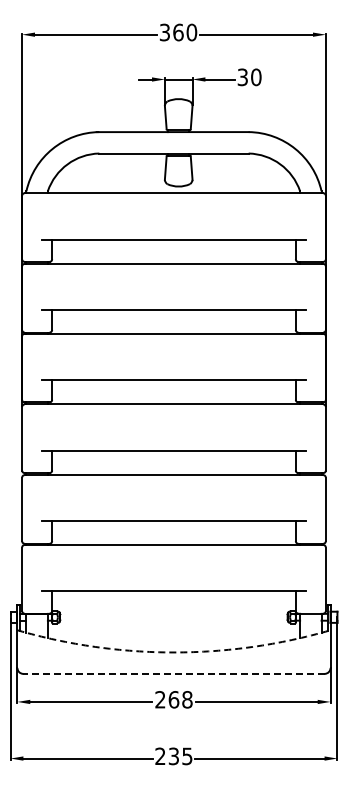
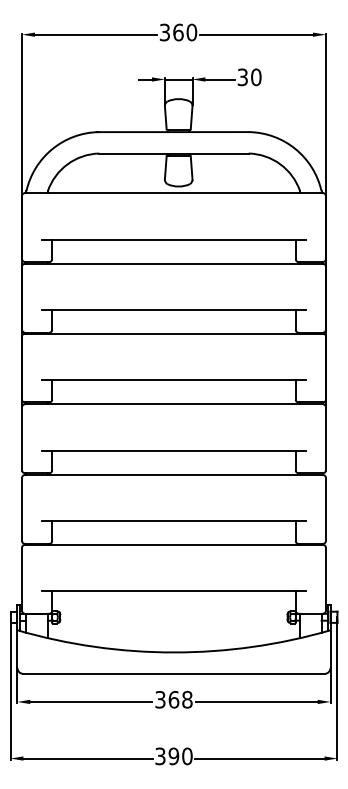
arc at (173, 652): dashed -> solid
line at (173, 673): dashed -> solid
text at (160, 699): 268 -> 368
text at (173, 756): 235 -> 390
